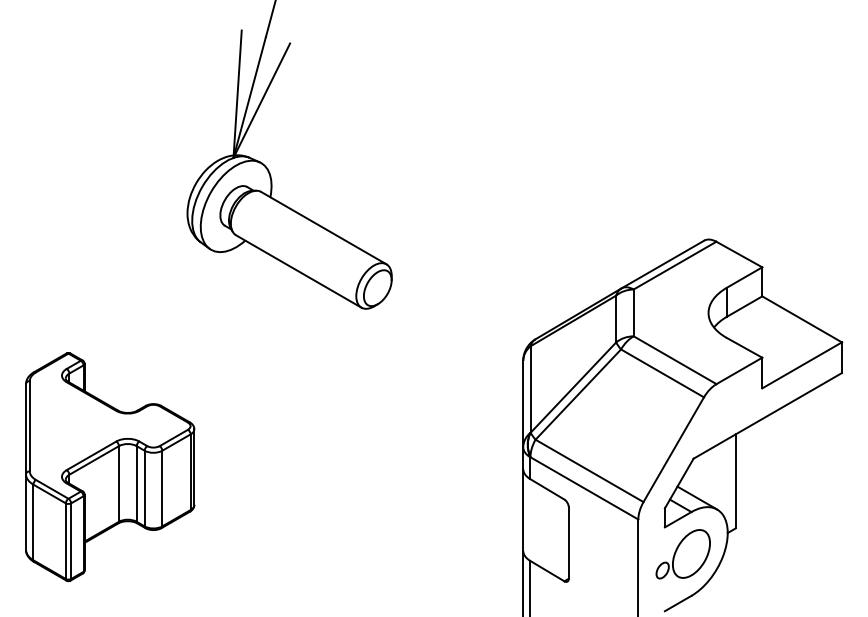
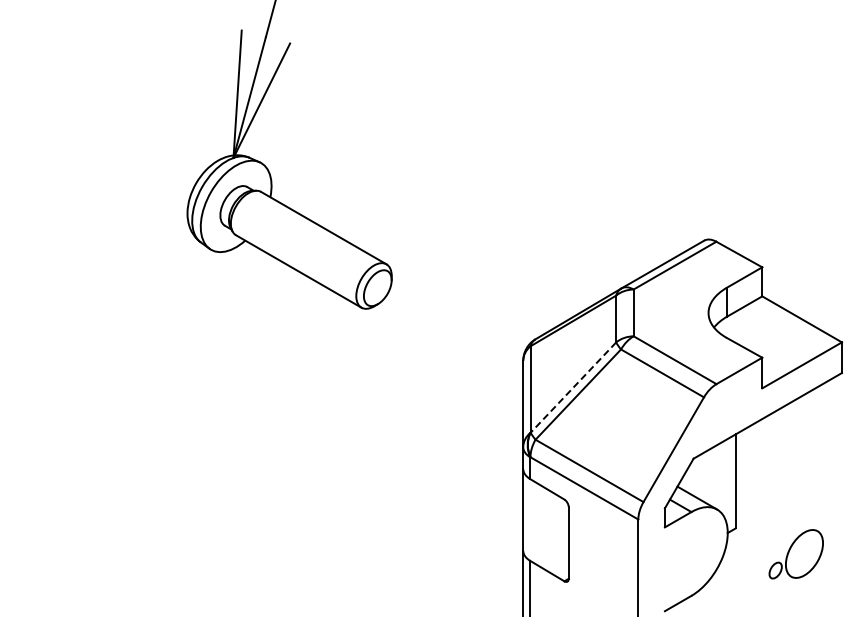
line at (573, 387): solid -> dashed
part at (110, 466): present -> none
part at (682, 554) position: (682, 554) -> (795, 554)
